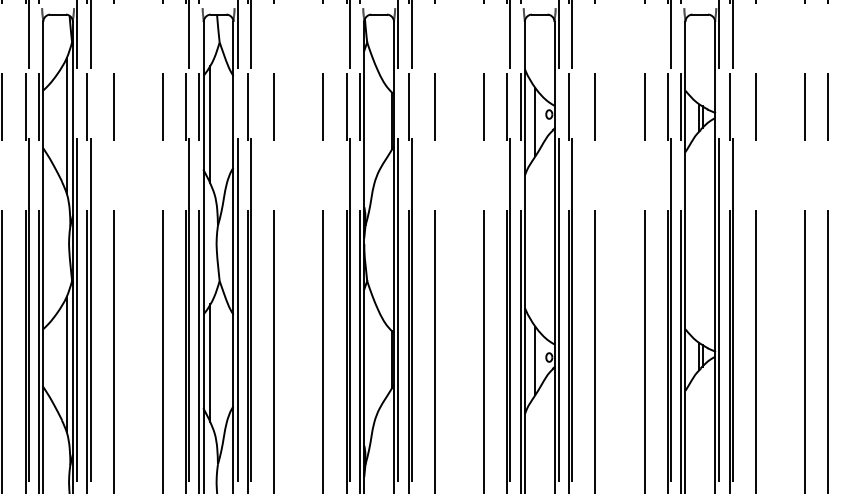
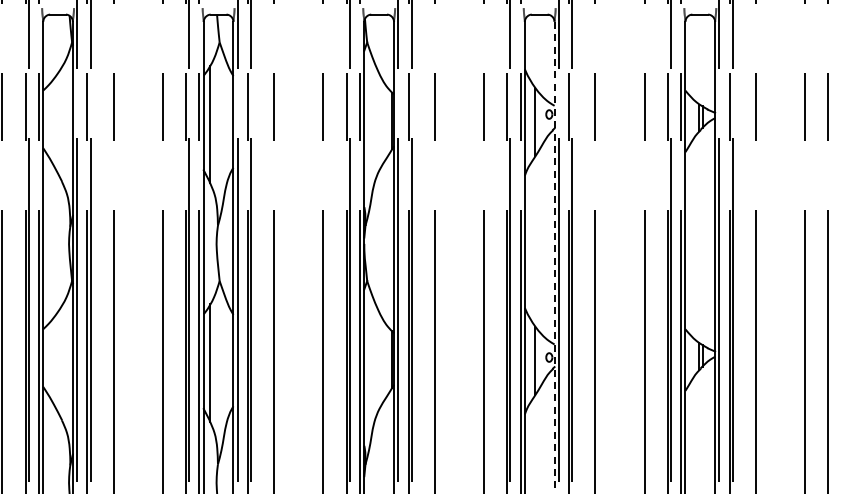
line at (66, 125): present -> none
line at (554, 257): solid -> dashed
line at (66, 364): present -> none
